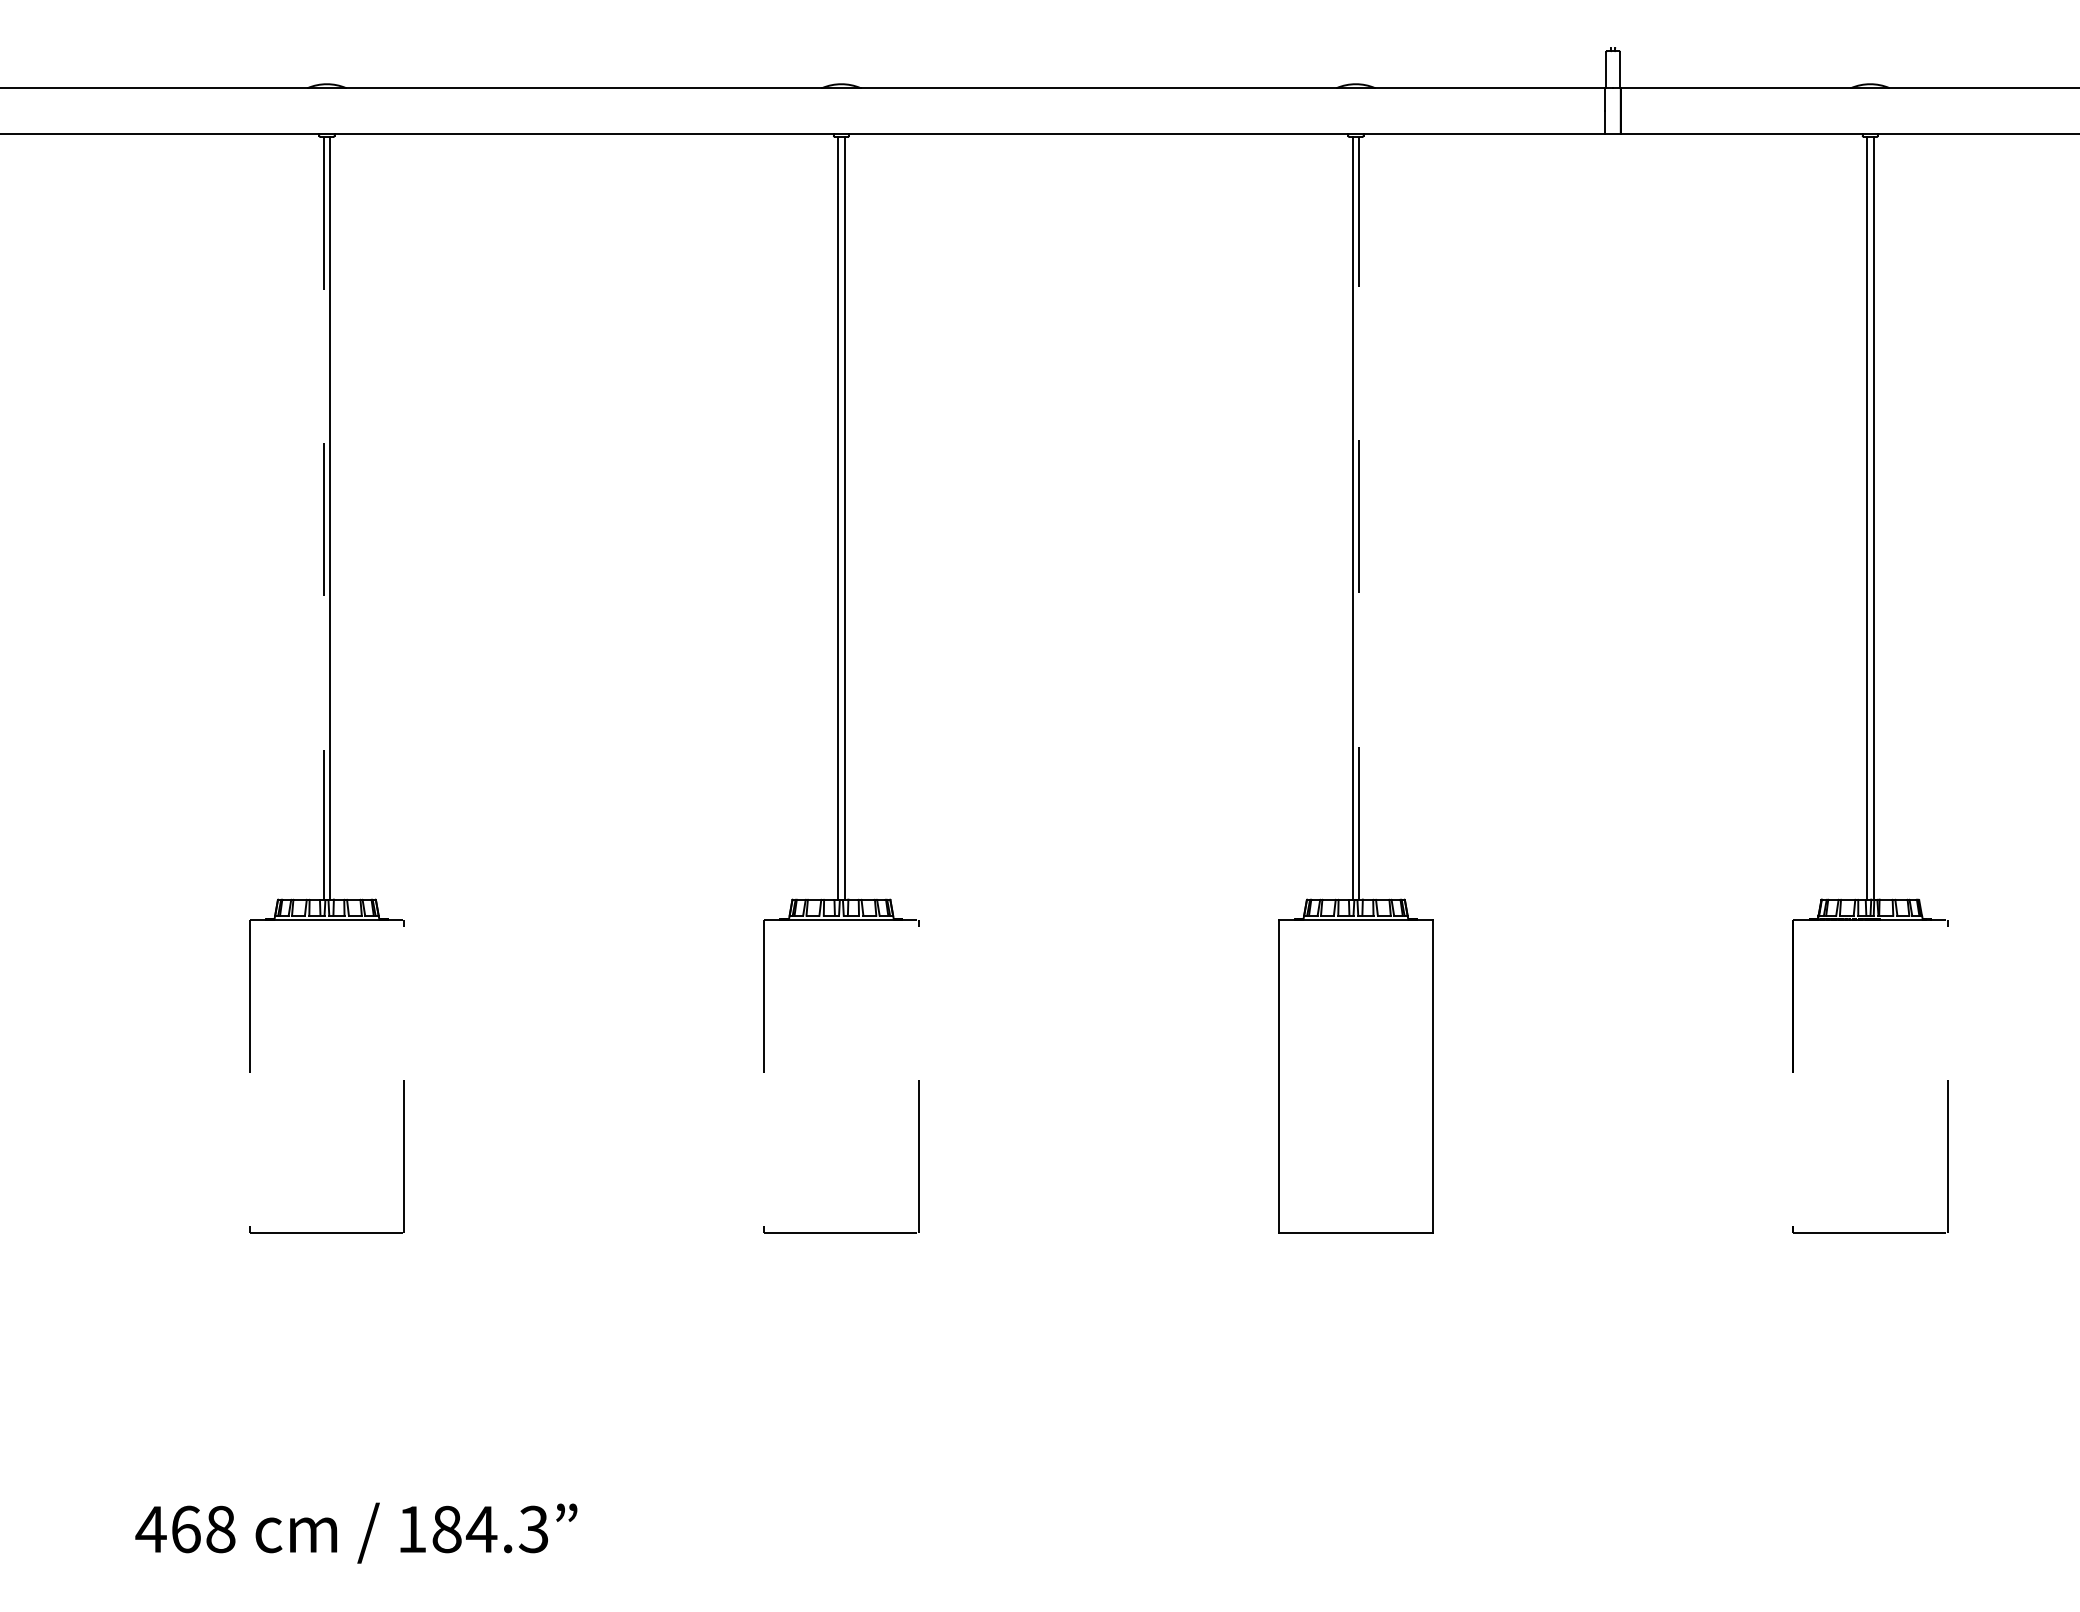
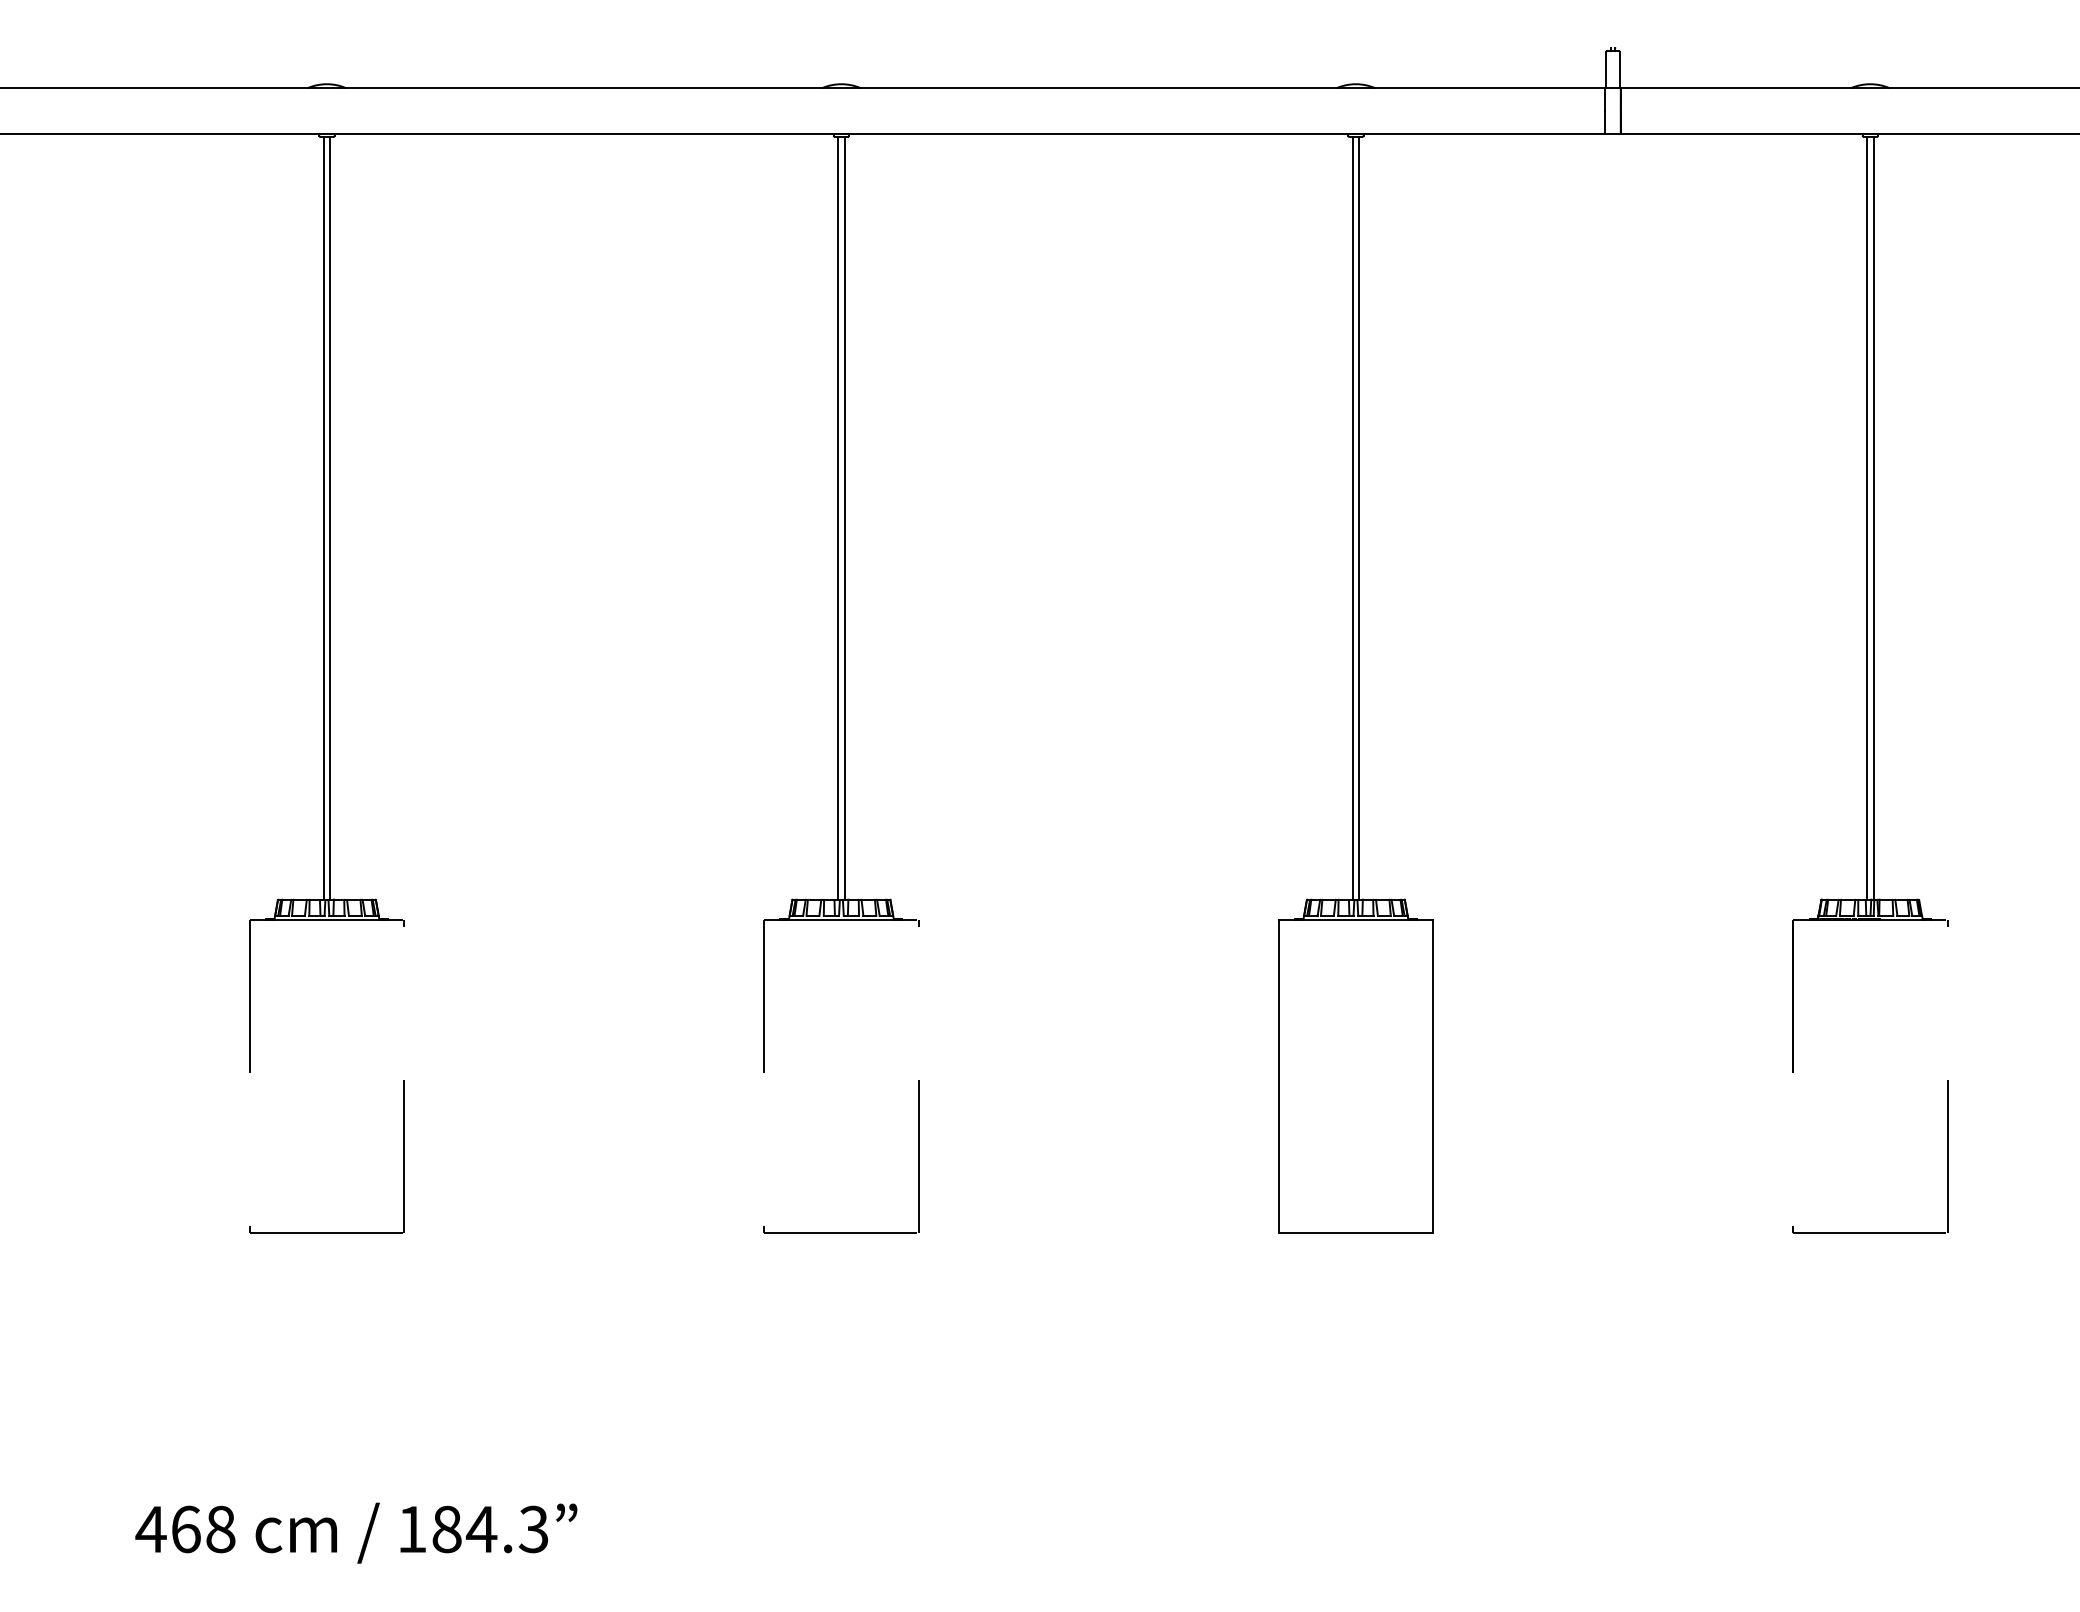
line at (1359, 517): dashed -> solid
line at (323, 518): dashed -> solid
